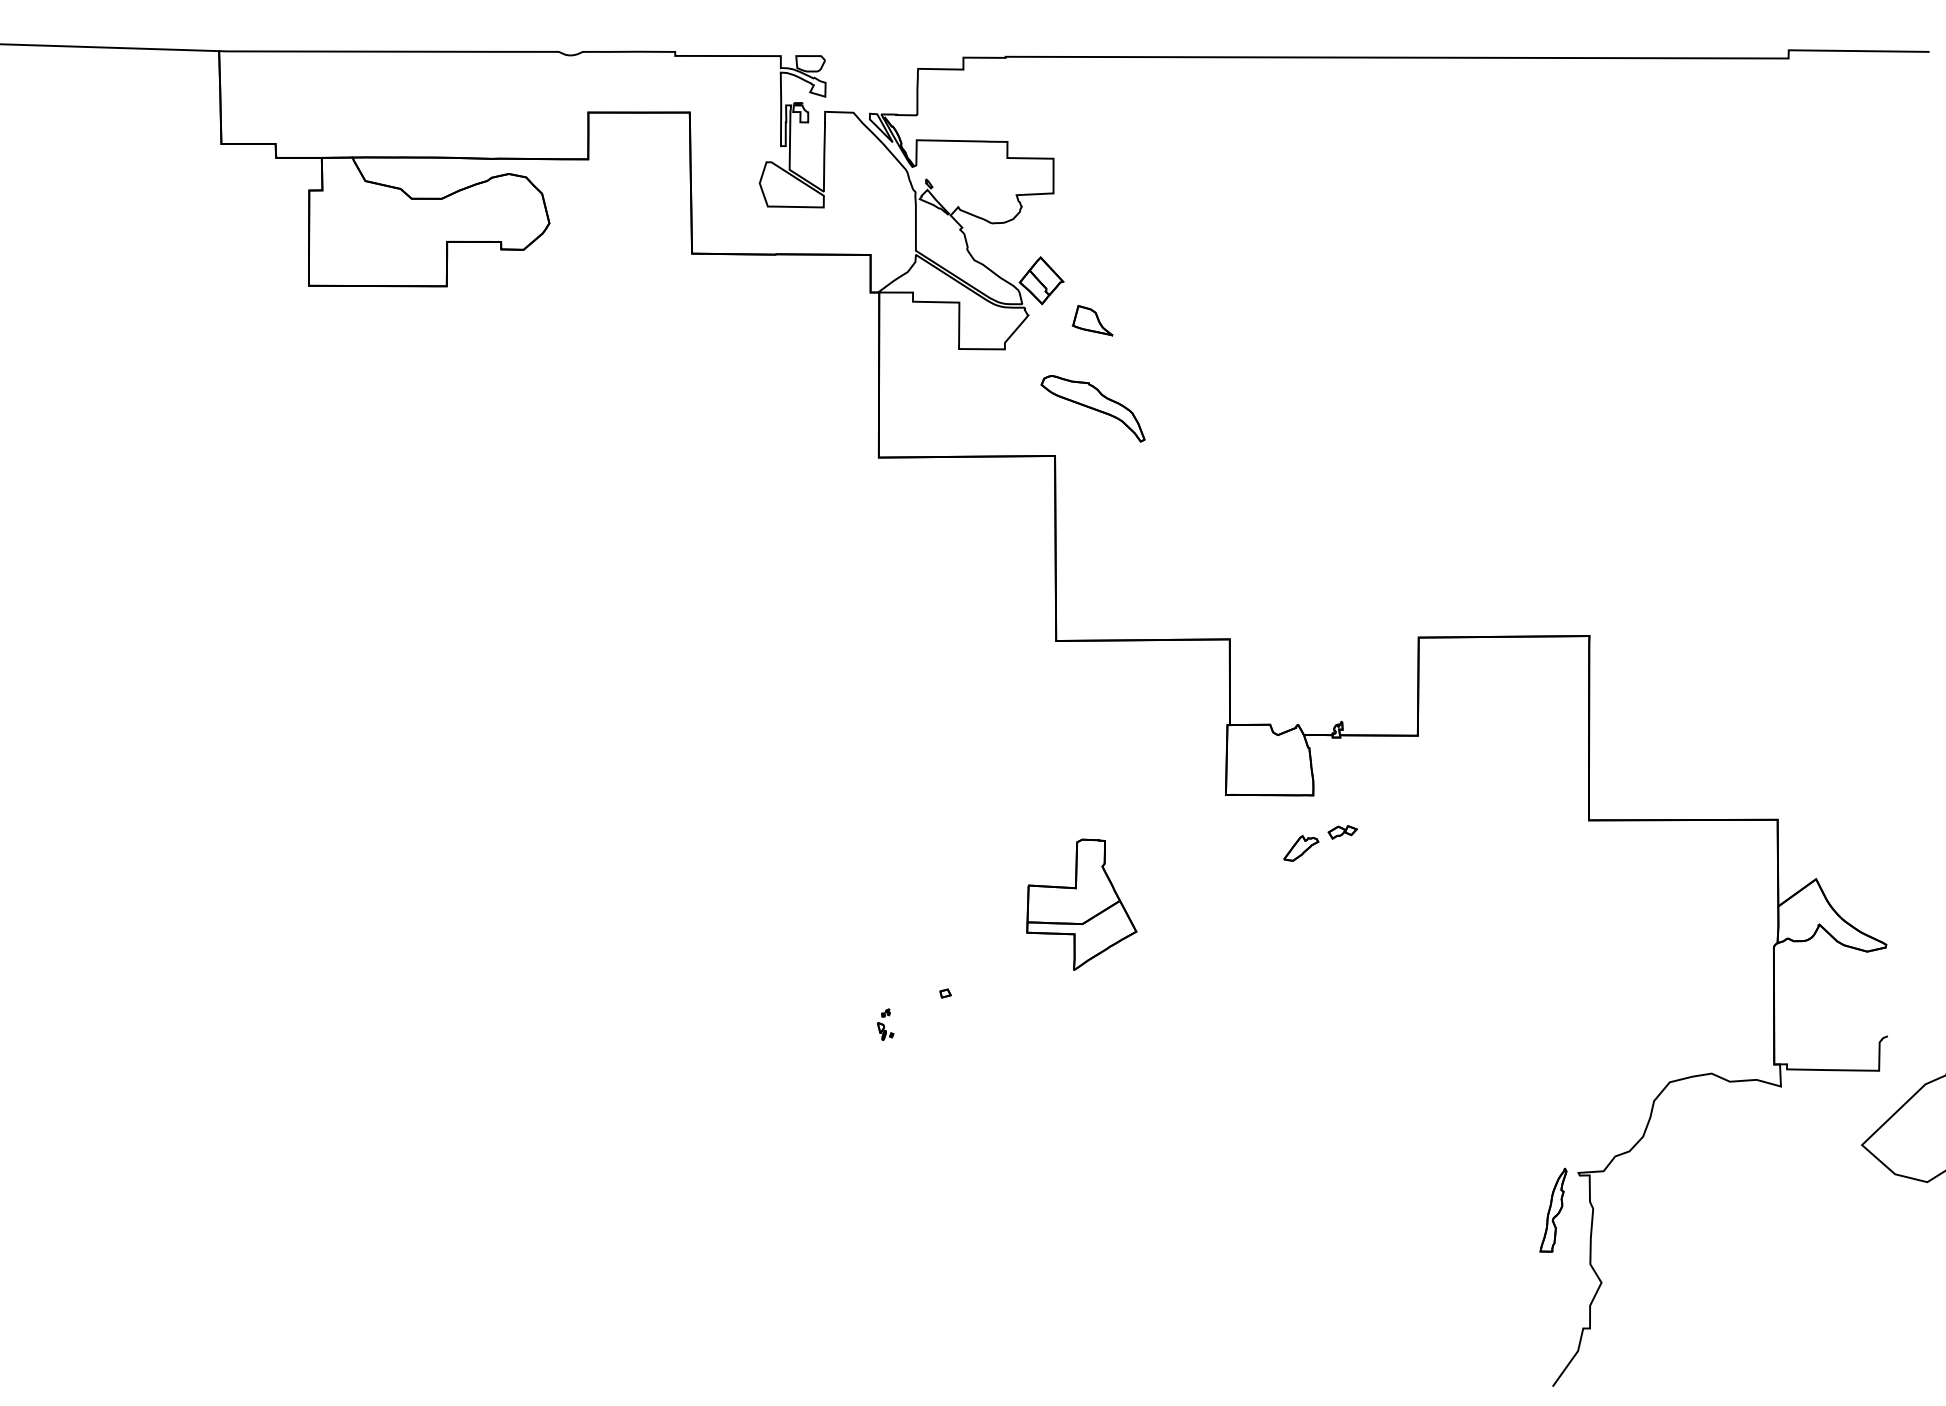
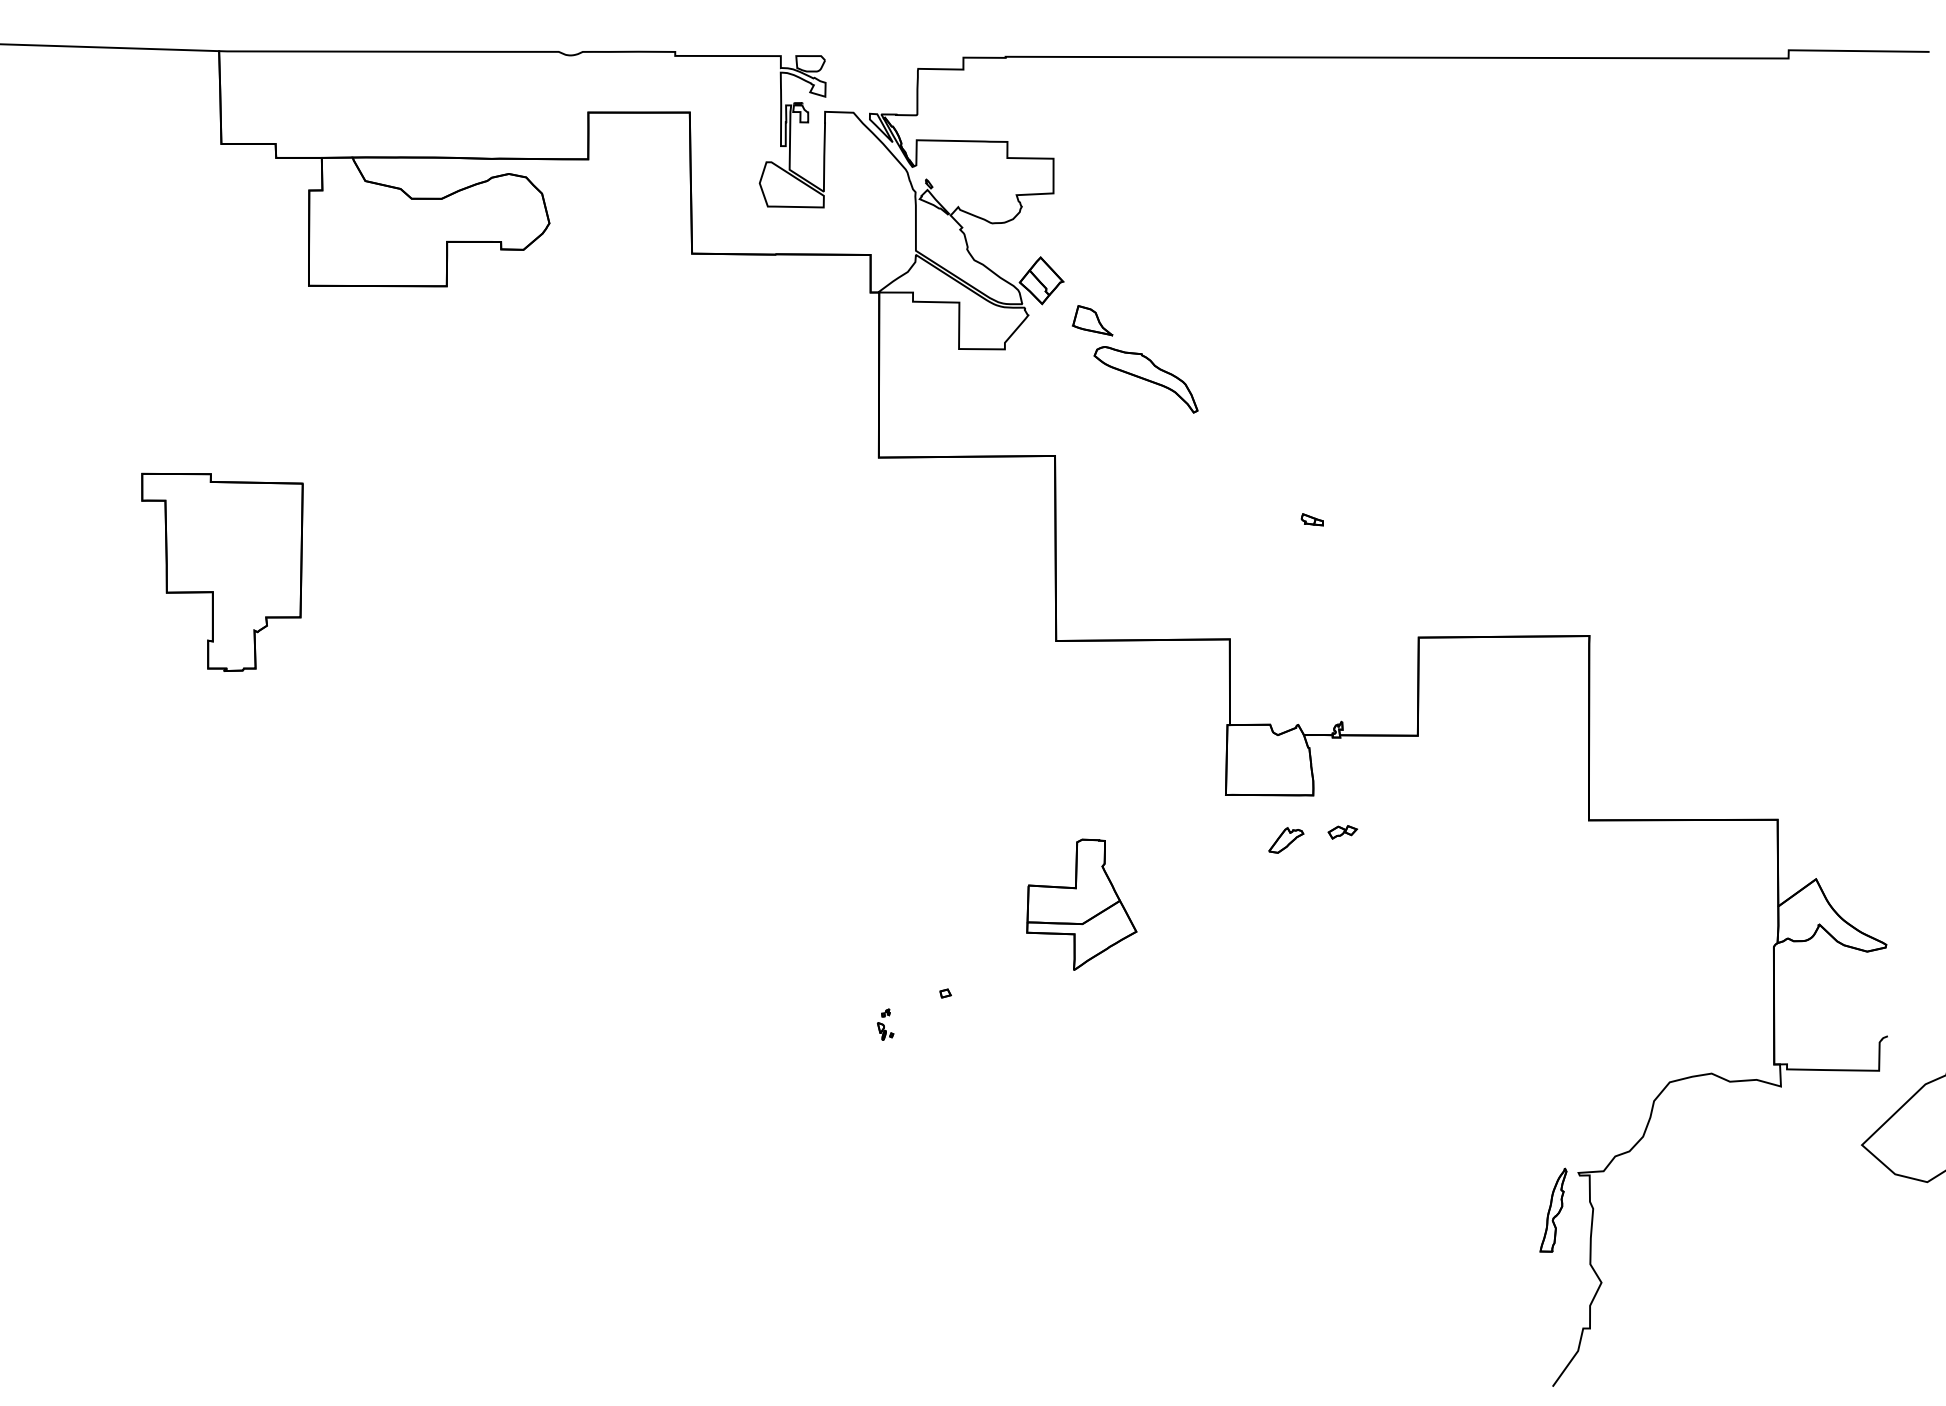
part at (1092, 408) position: (1092, 408) -> (1145, 379)
part at (1311, 519): none -> present
part at (222, 571): none -> present
part at (1301, 848) position: (1301, 848) -> (1286, 840)
